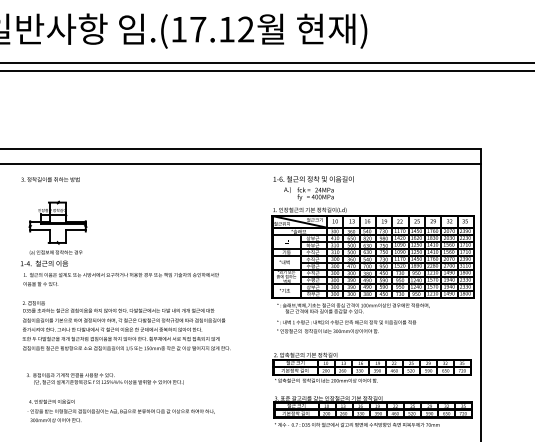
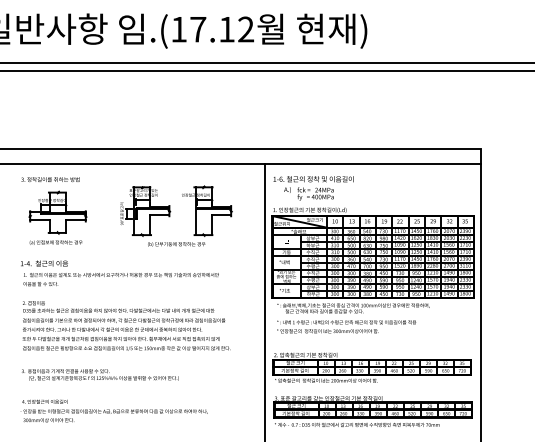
part at (176, 215): none -> present
part at (57, 227) position: (57, 227) -> (57, 217)
line at (264, 301): none -> present
text at (105, 378) position: (105, 378) -> (100, 374)
text at (120, 410) position: (120, 410) -> (113, 410)
